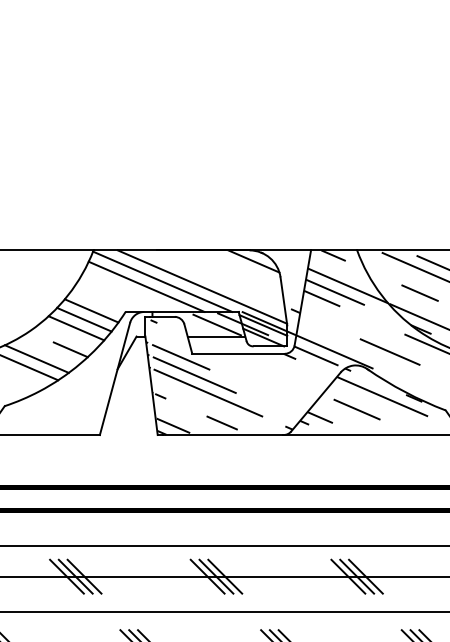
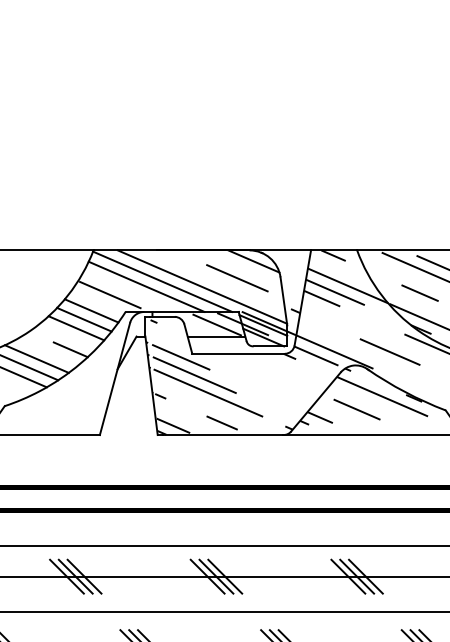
line at (237, 278): none -> present
line at (110, 294): none -> present
line at (24, 377): none -> present
